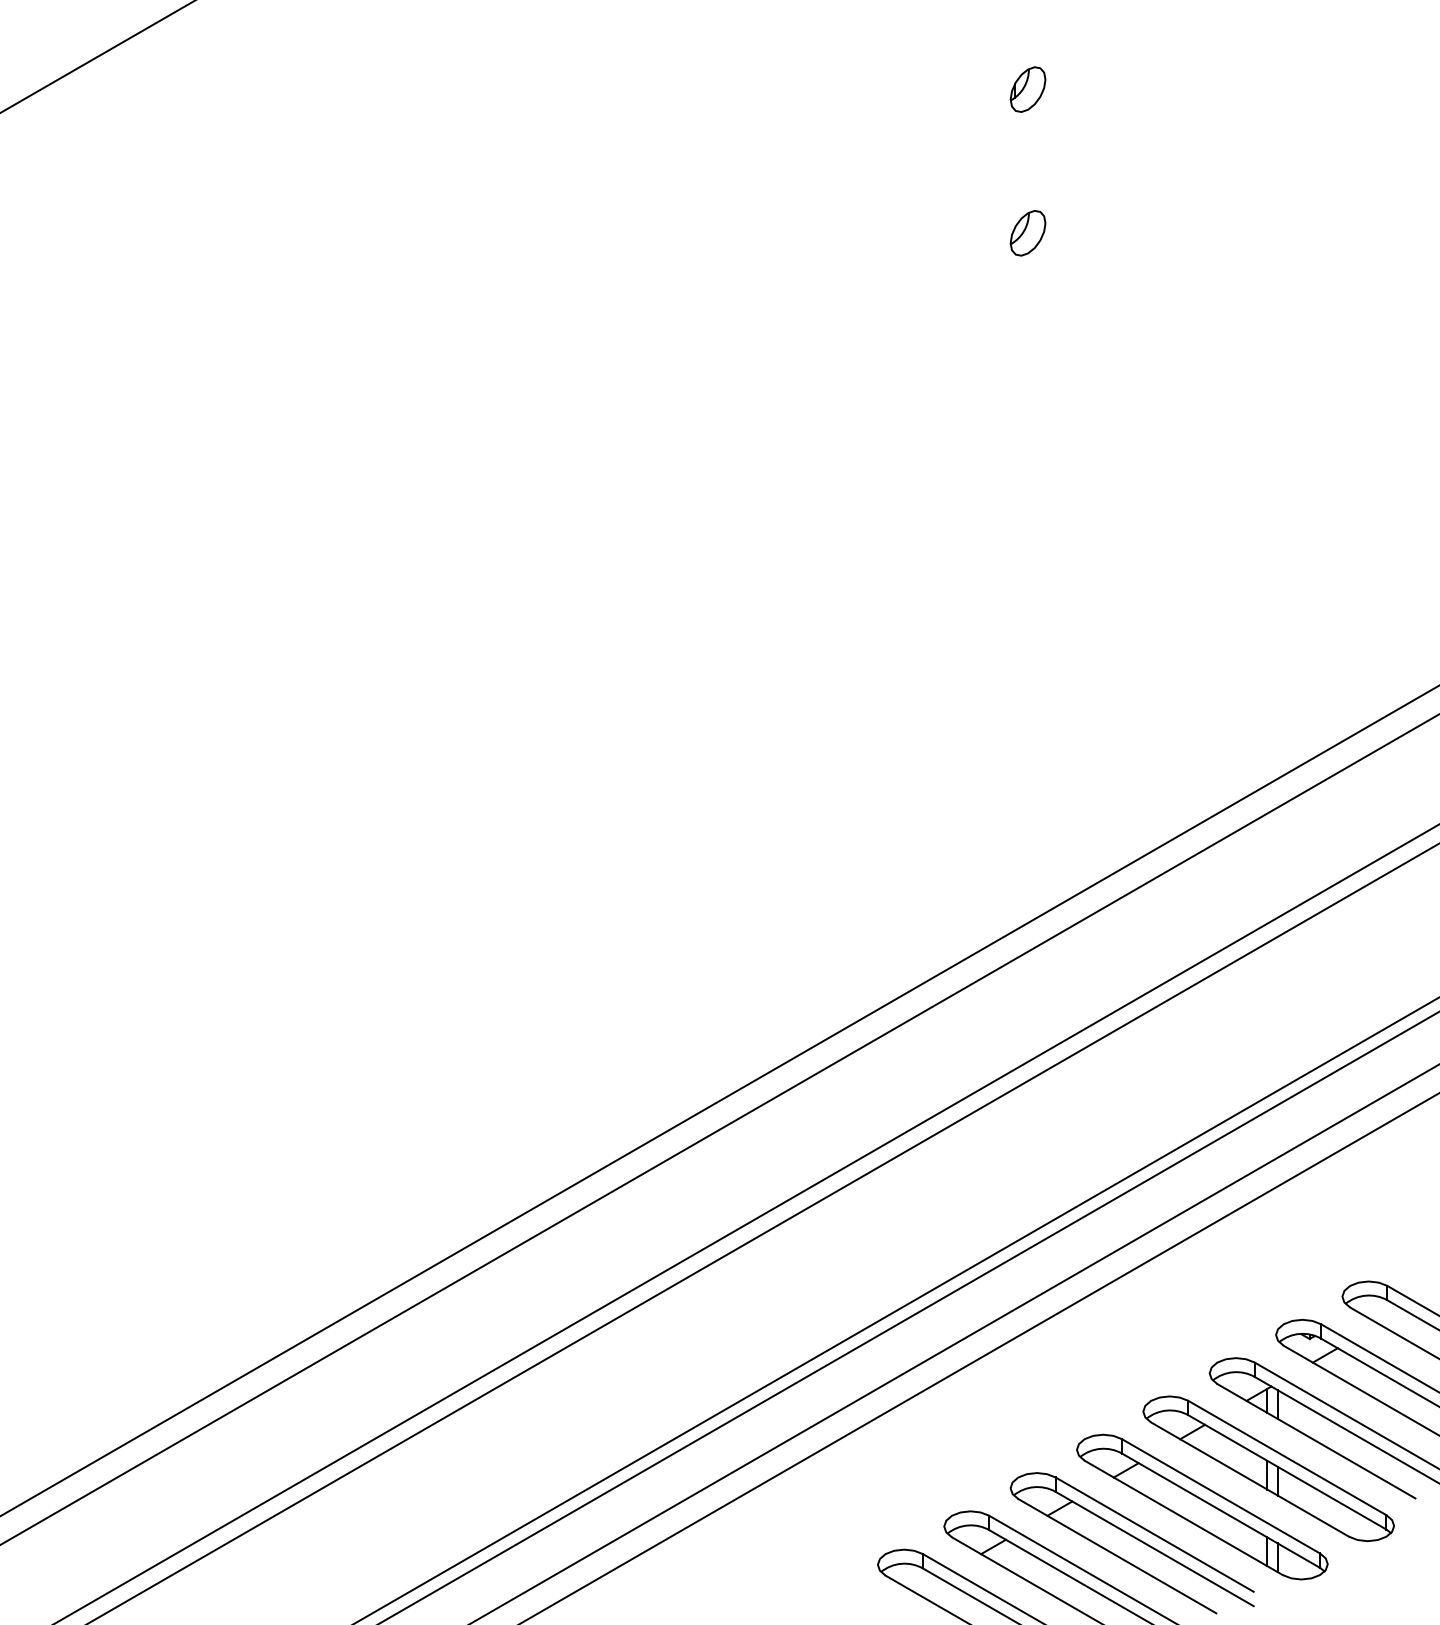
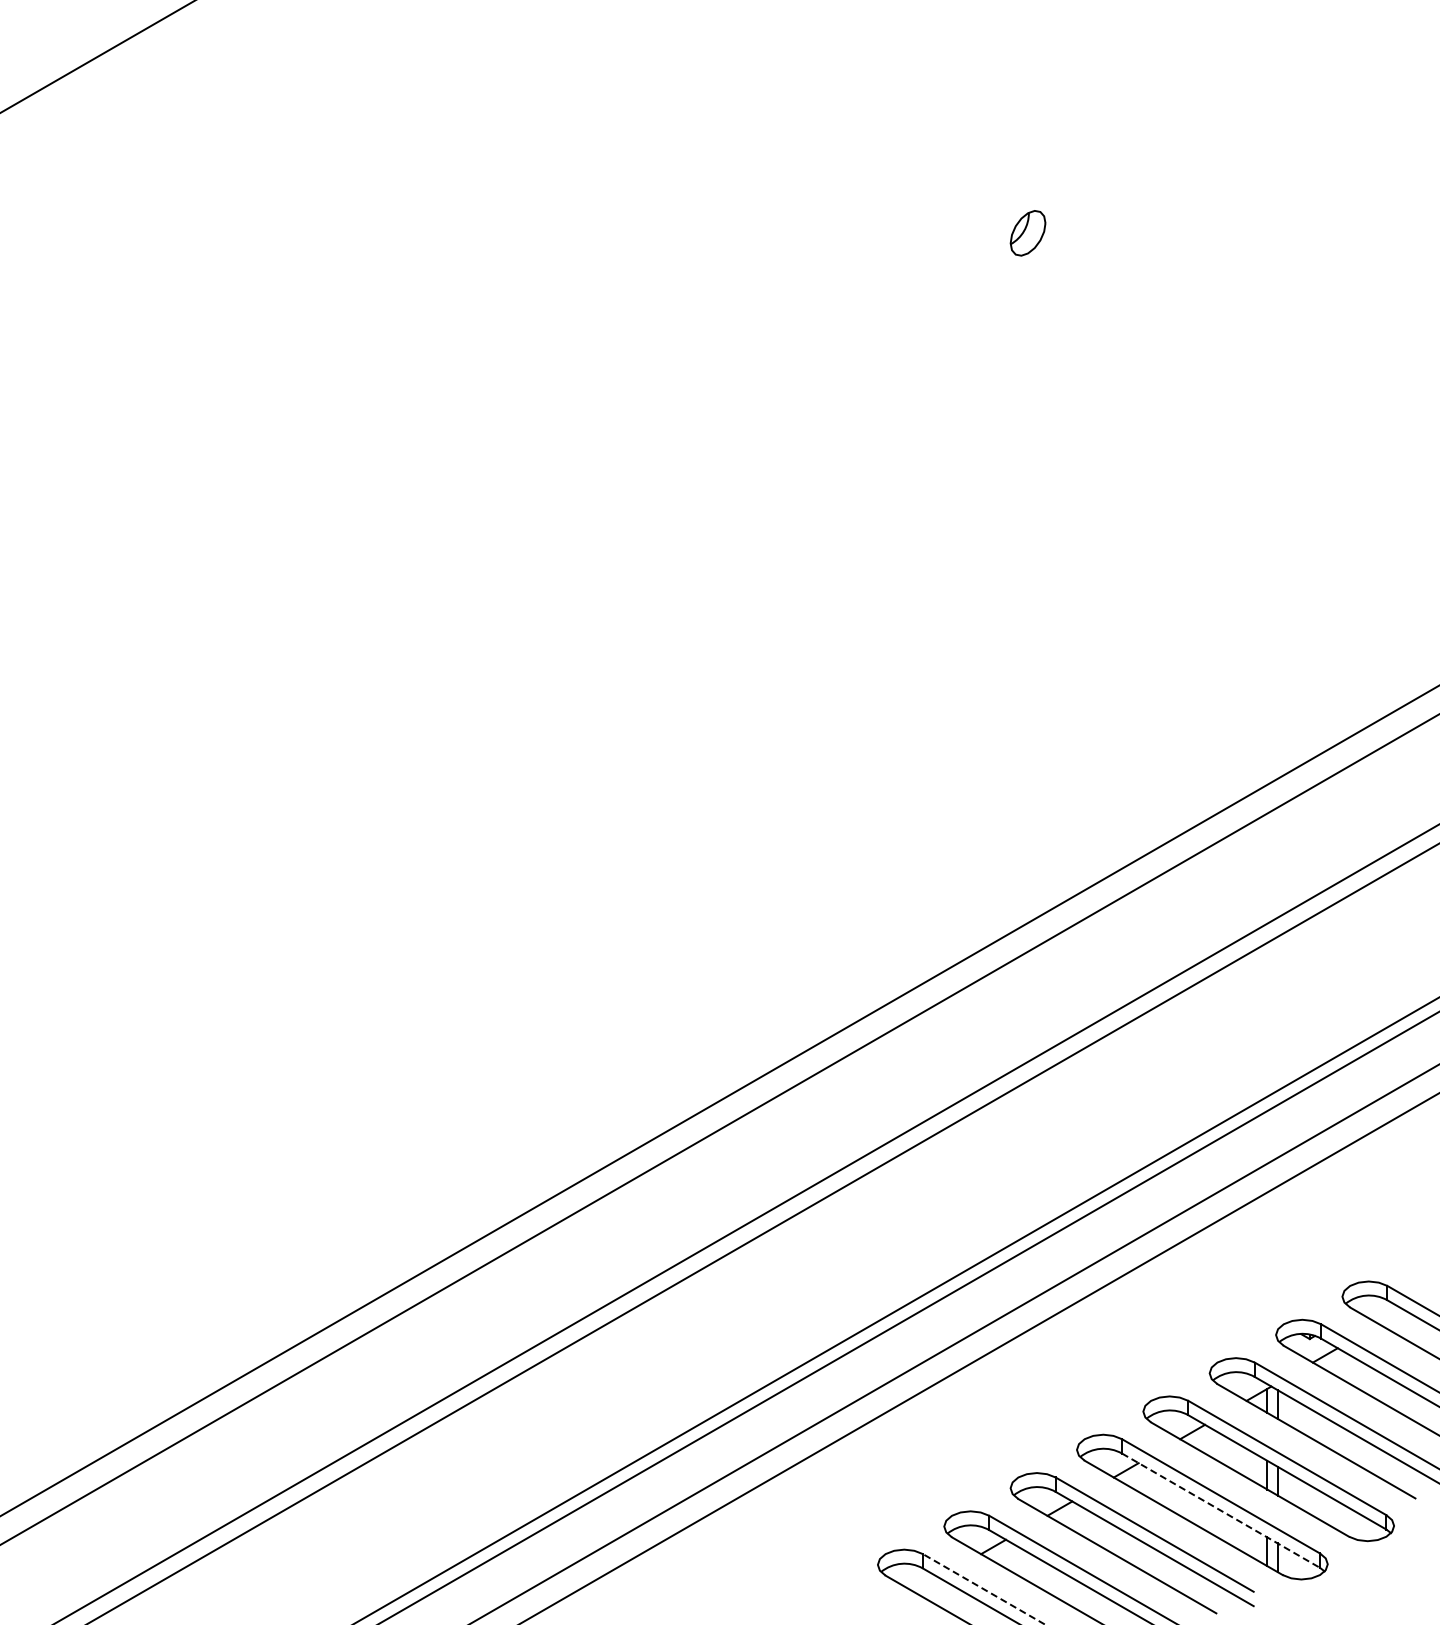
part at (1027, 89): present -> none
line at (1221, 1510): solid -> dashed
line at (984, 1589): solid -> dashed
